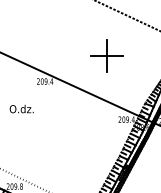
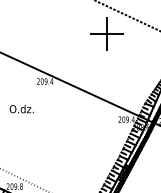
part at (106, 55) position: (106, 55) -> (106, 33)
